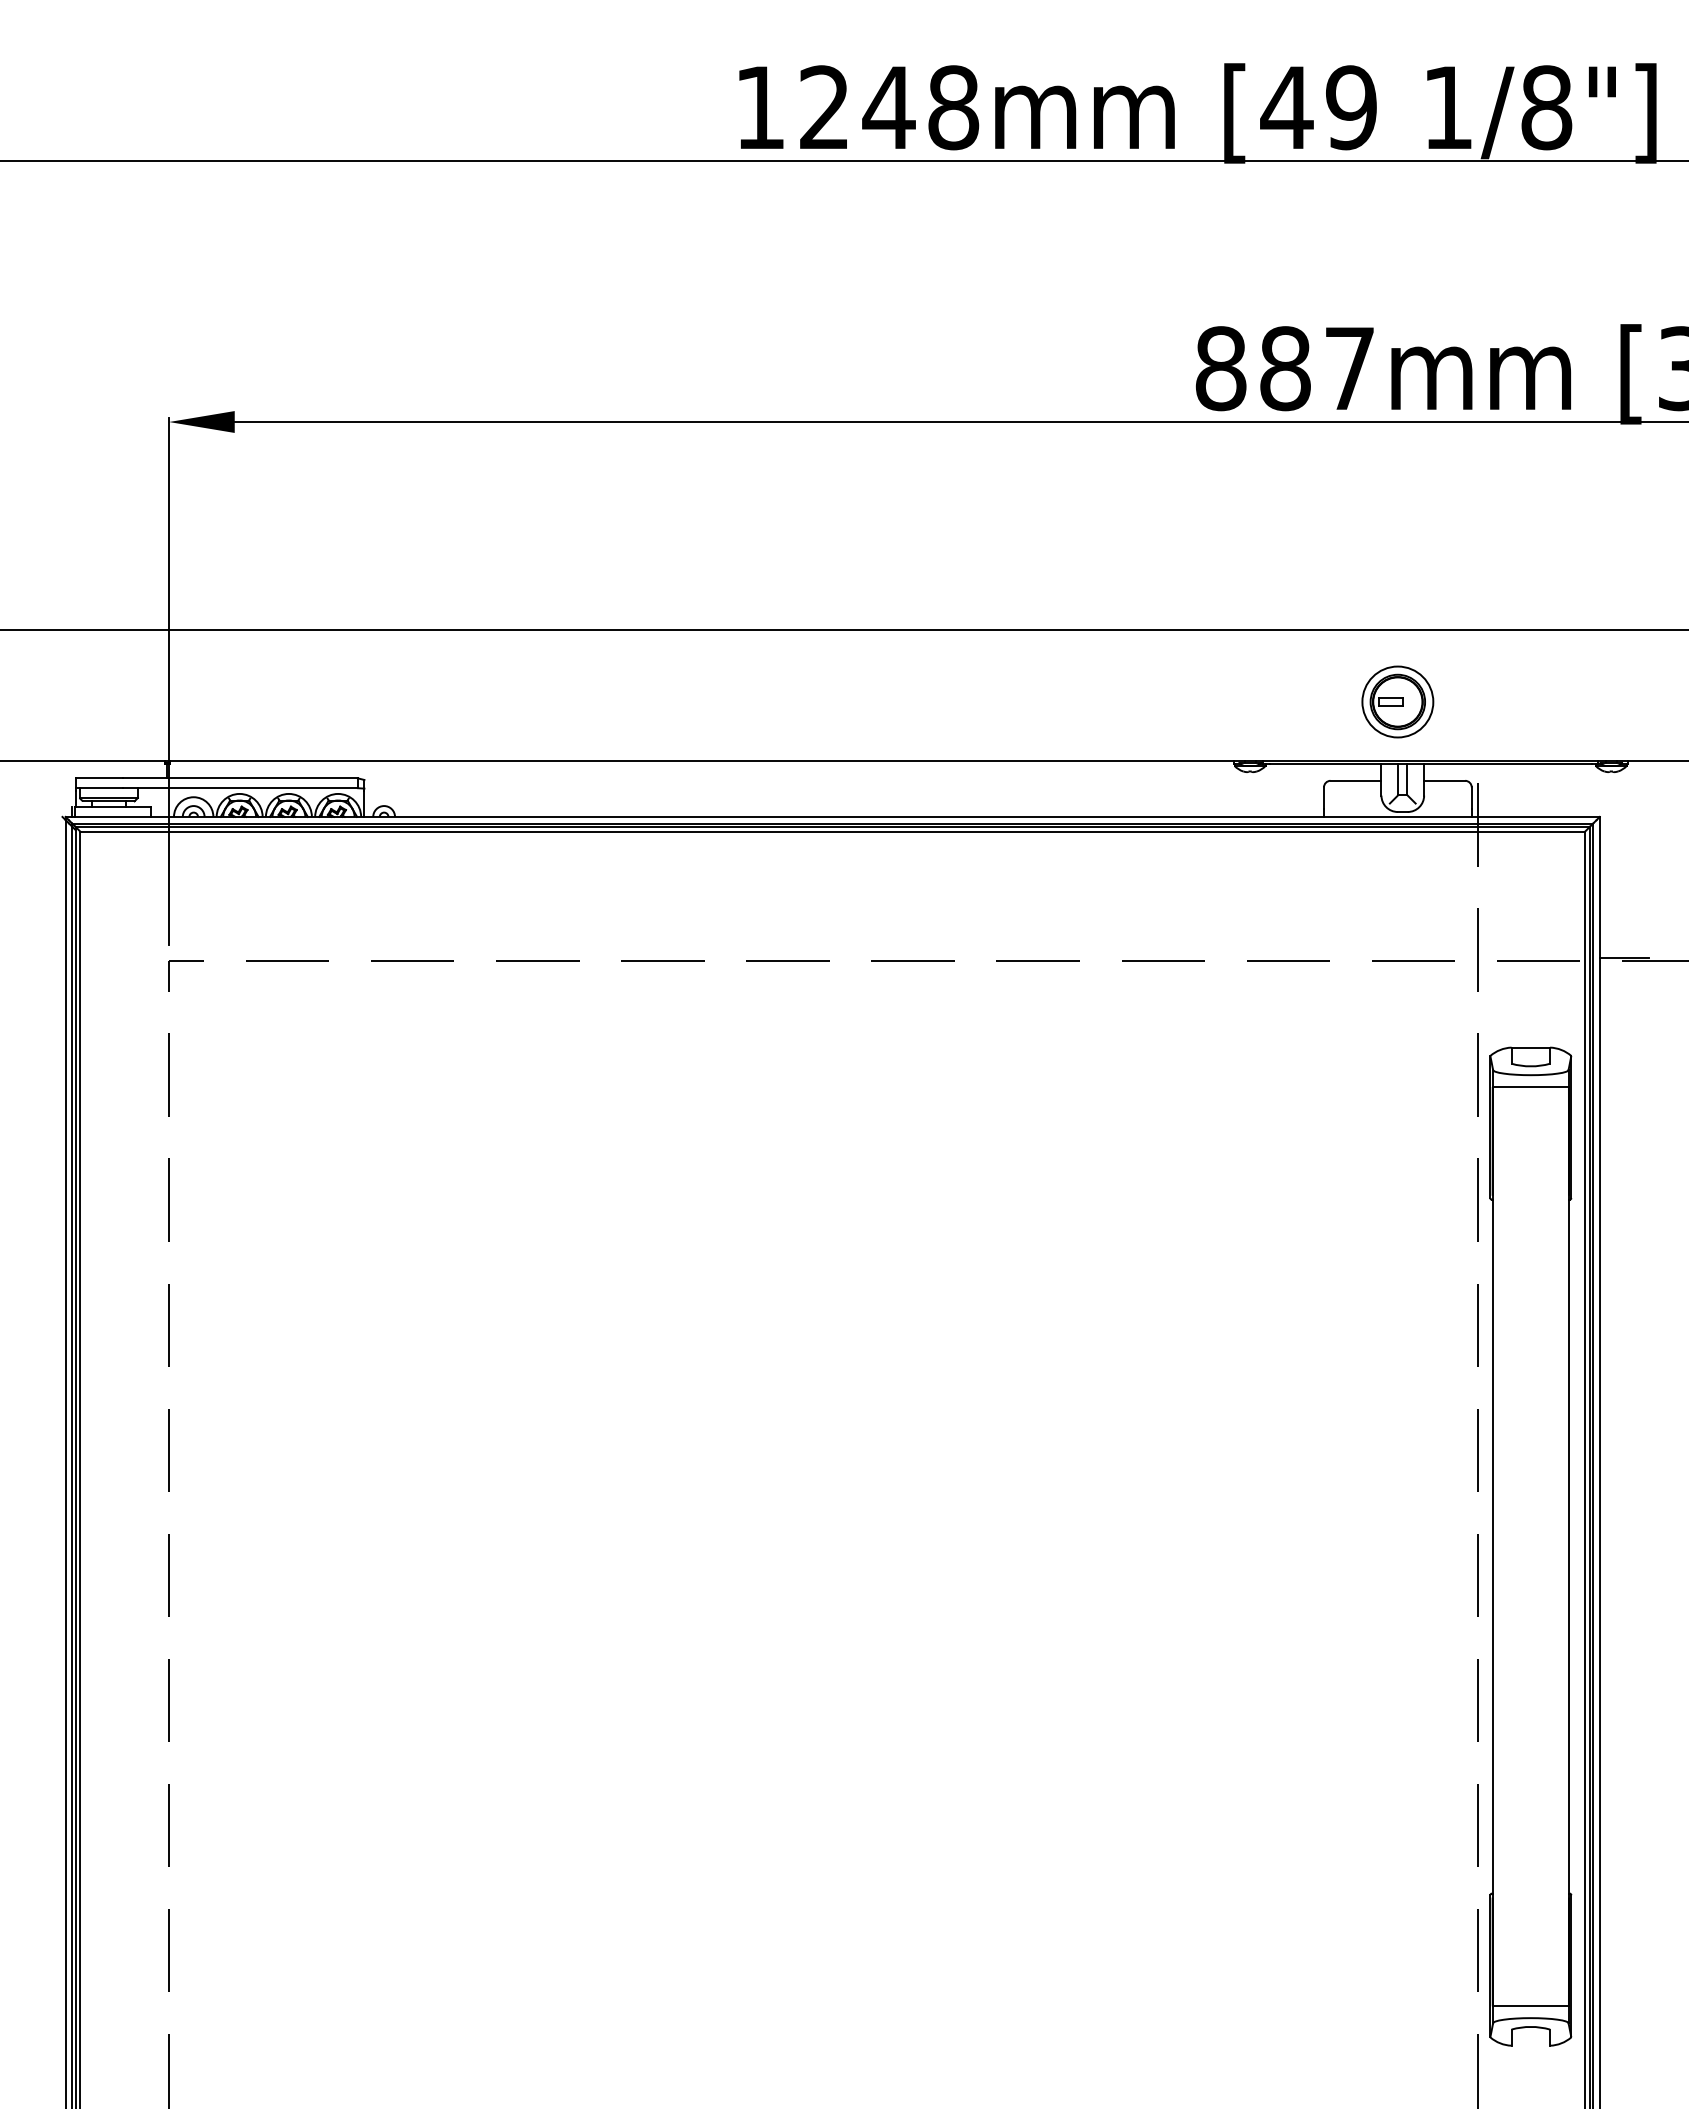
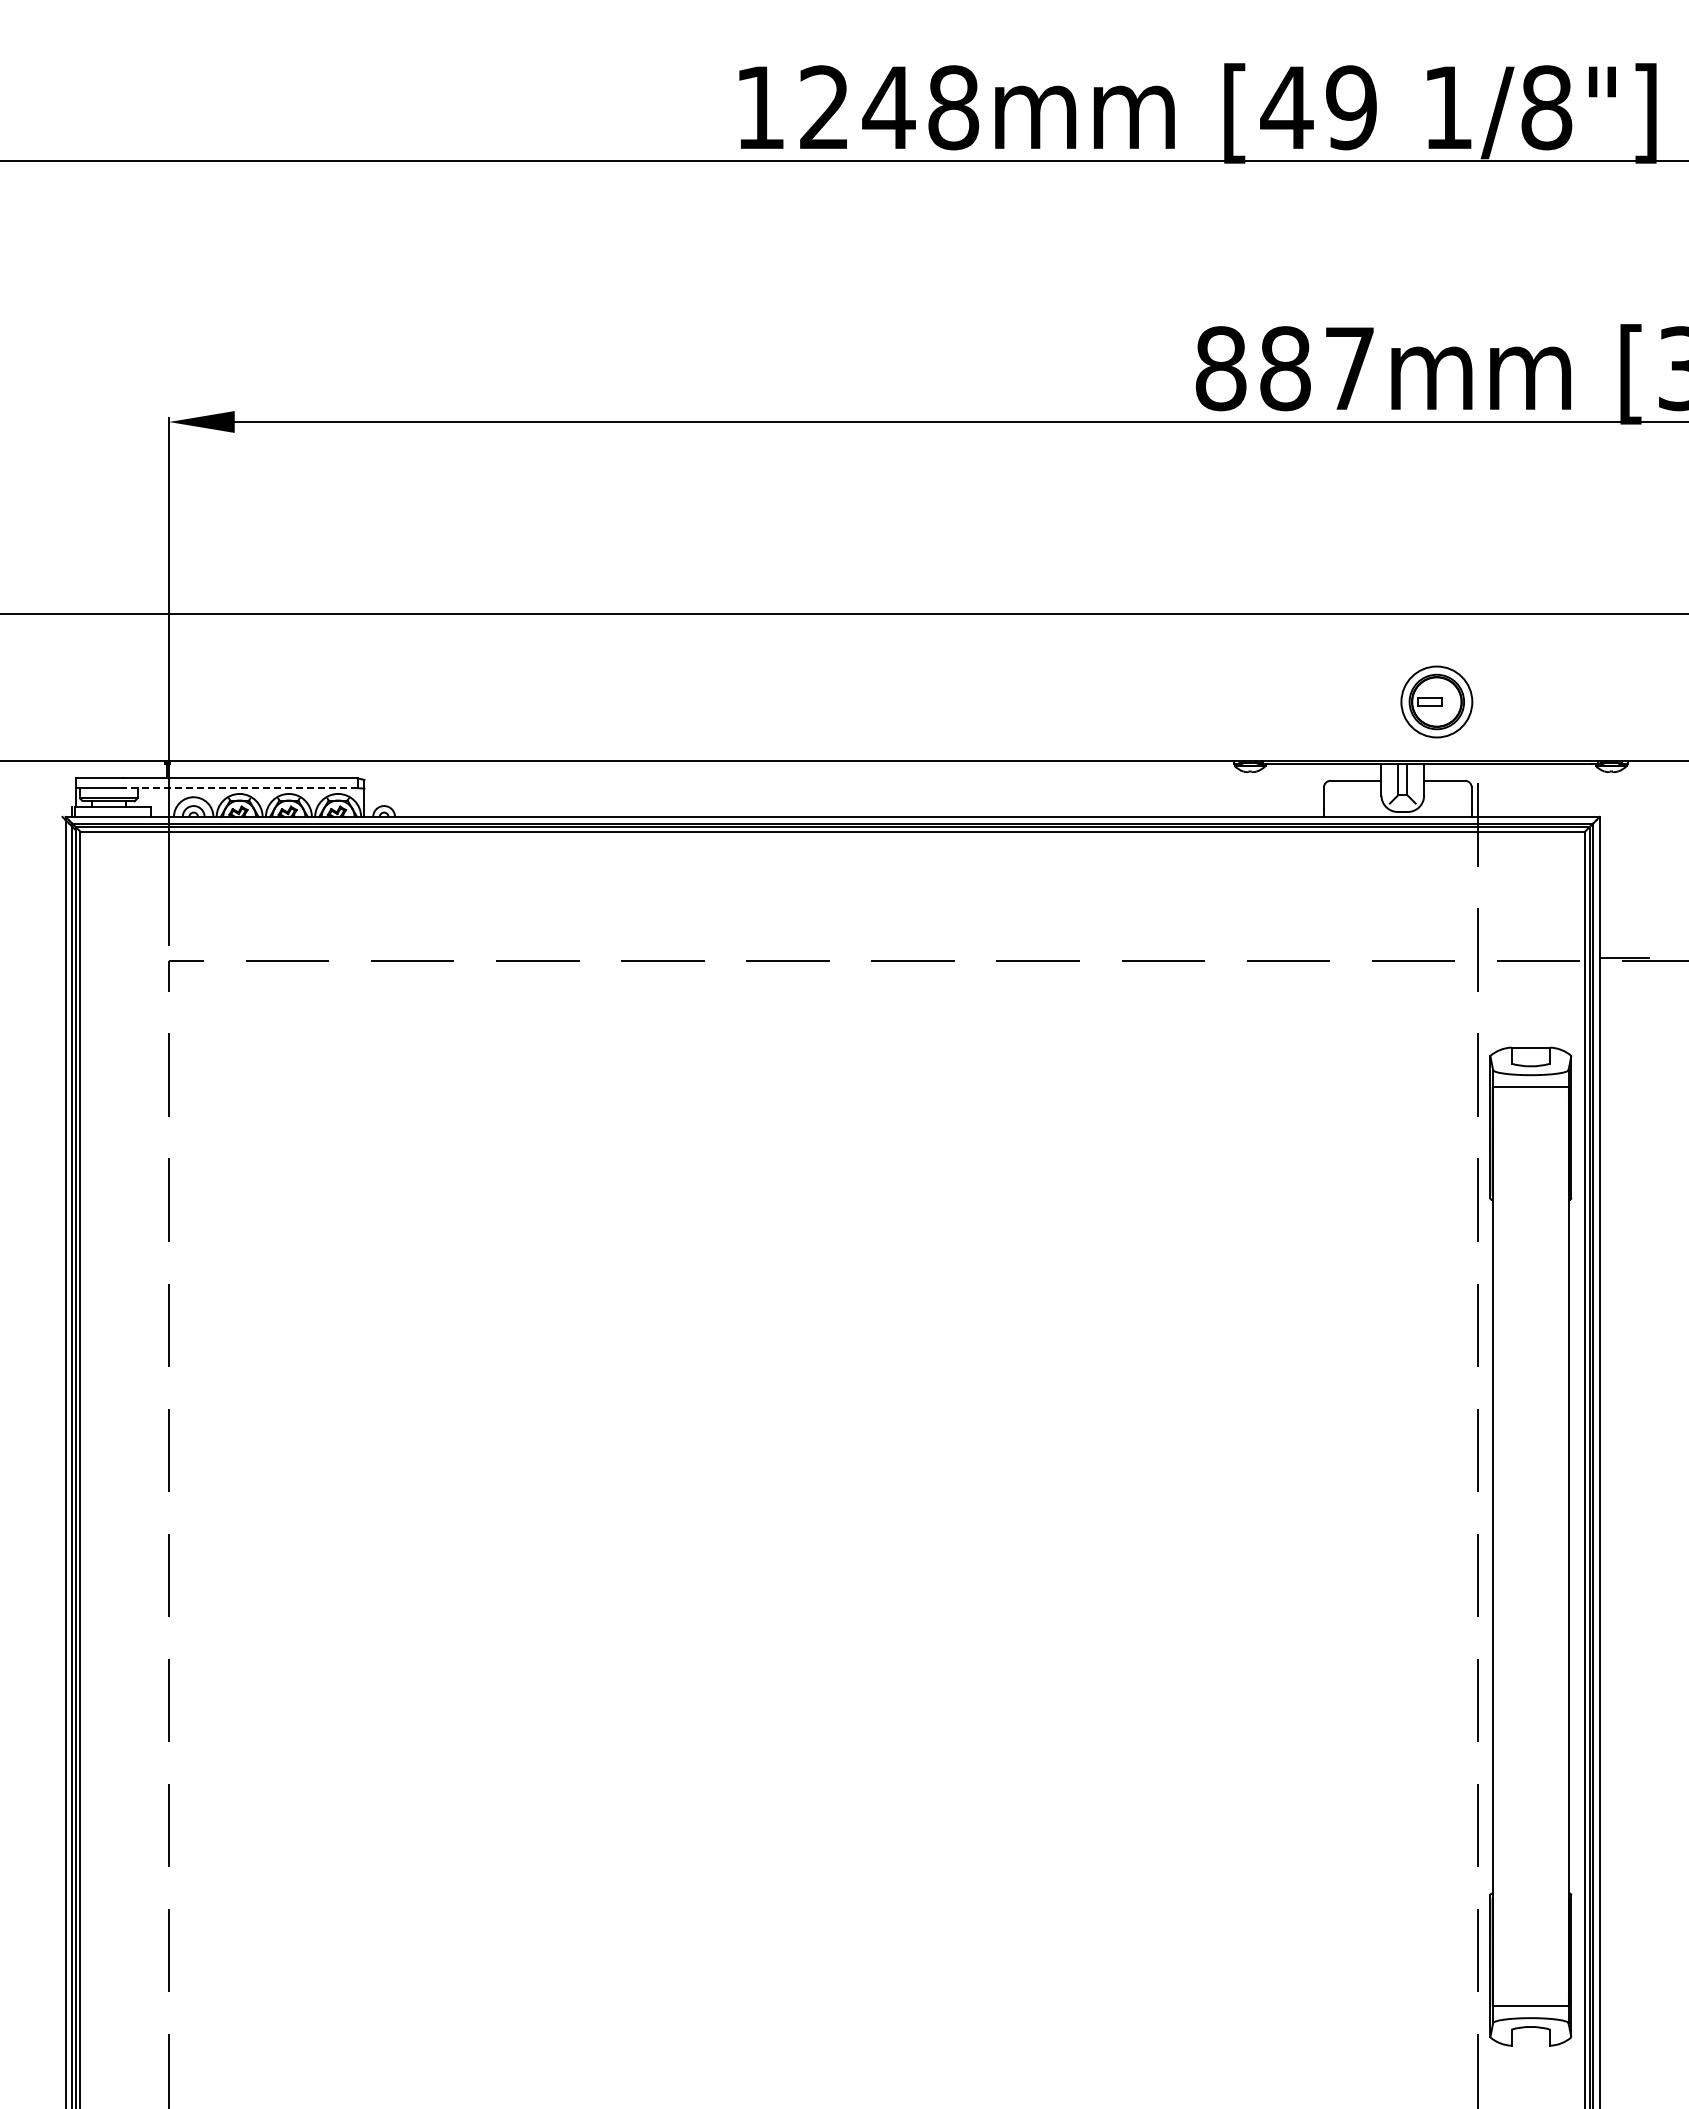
line at (843, 629) position: (843, 629) -> (843, 613)
part at (1397, 701) position: (1397, 701) -> (1436, 701)
line at (239, 788): solid -> dashed
